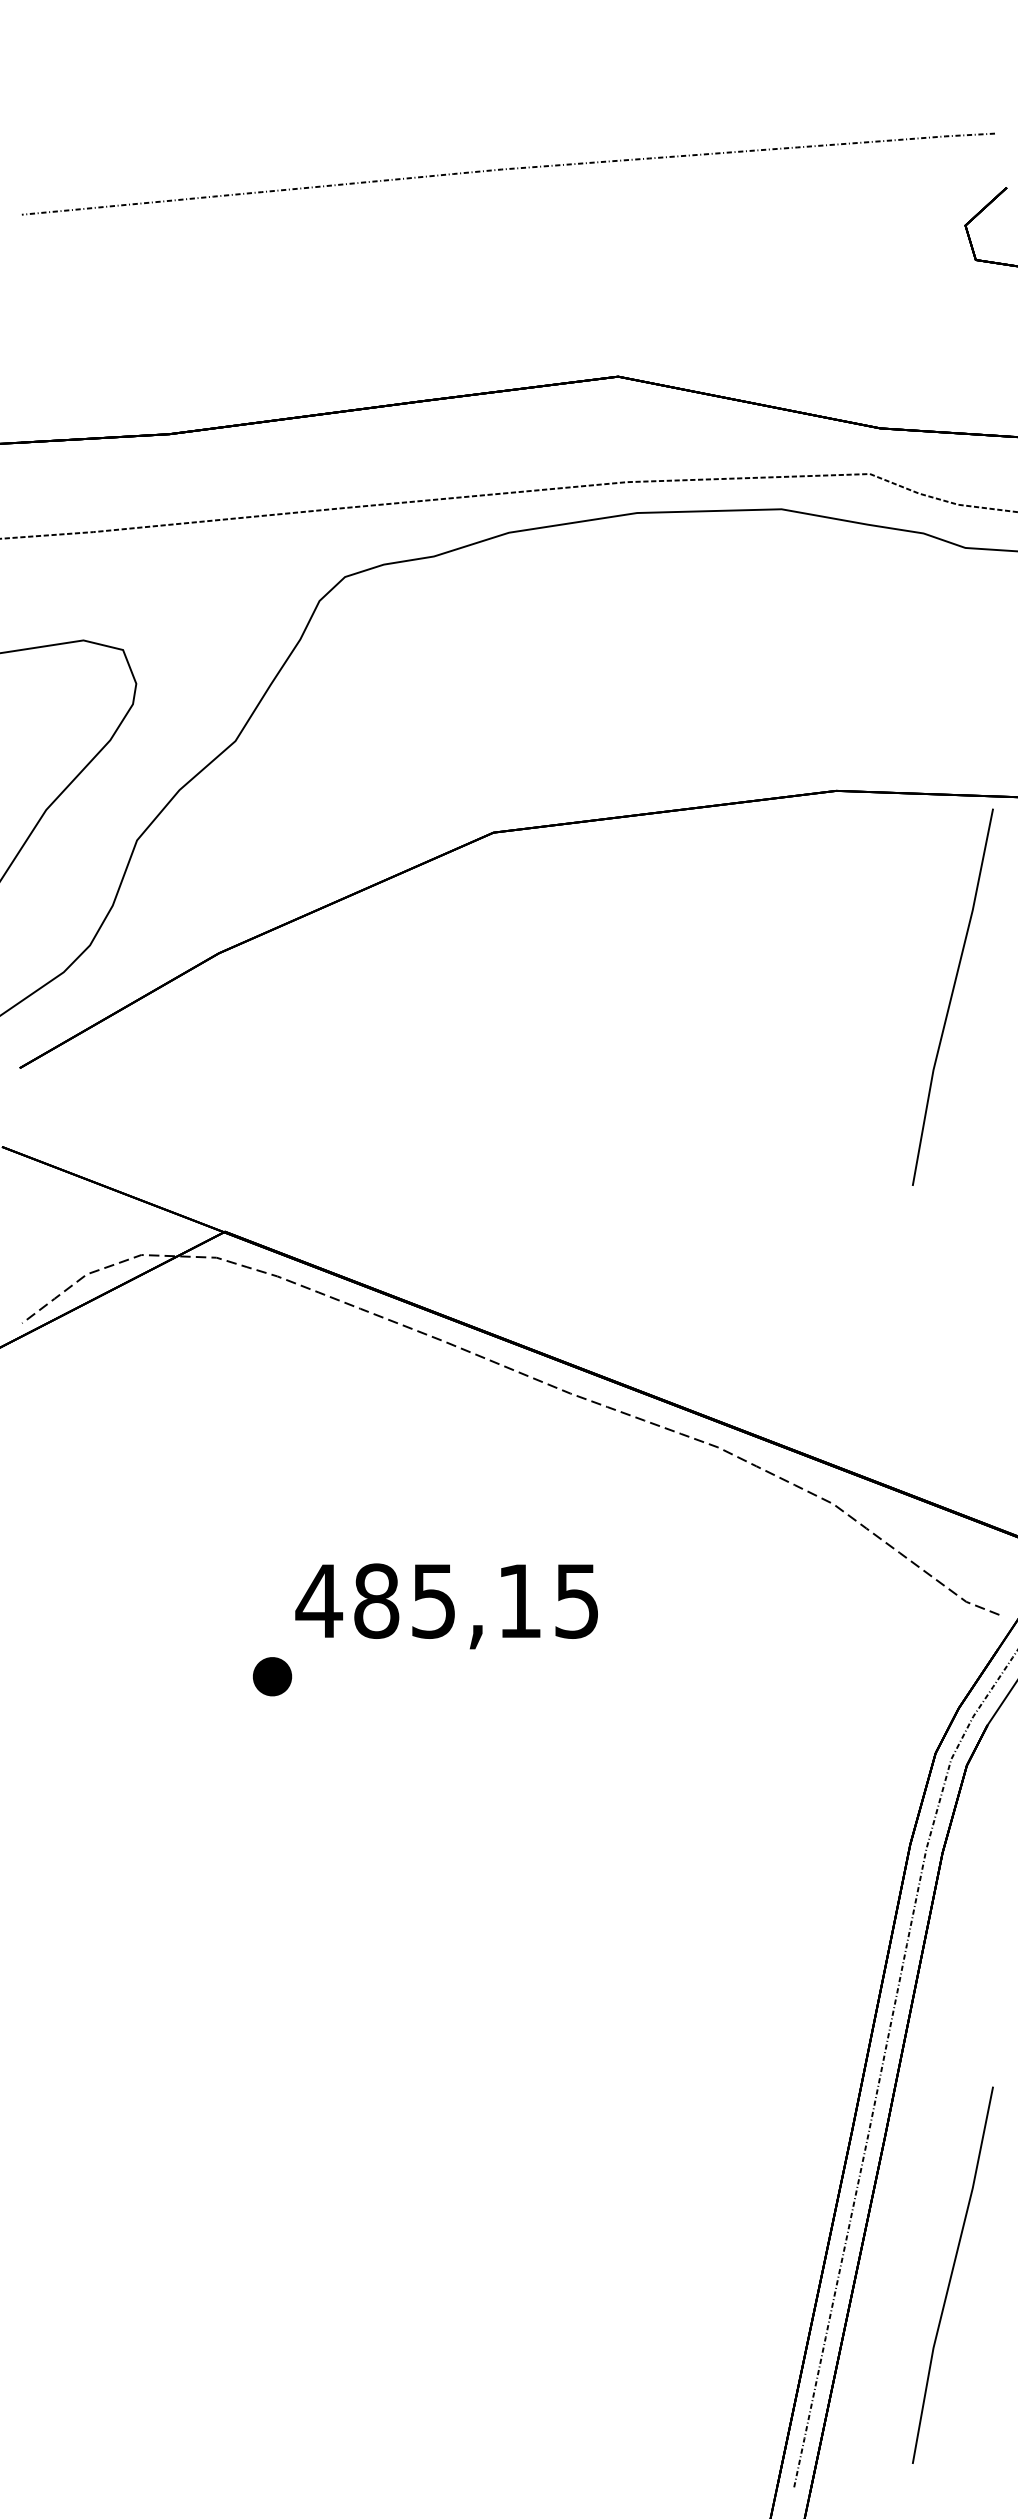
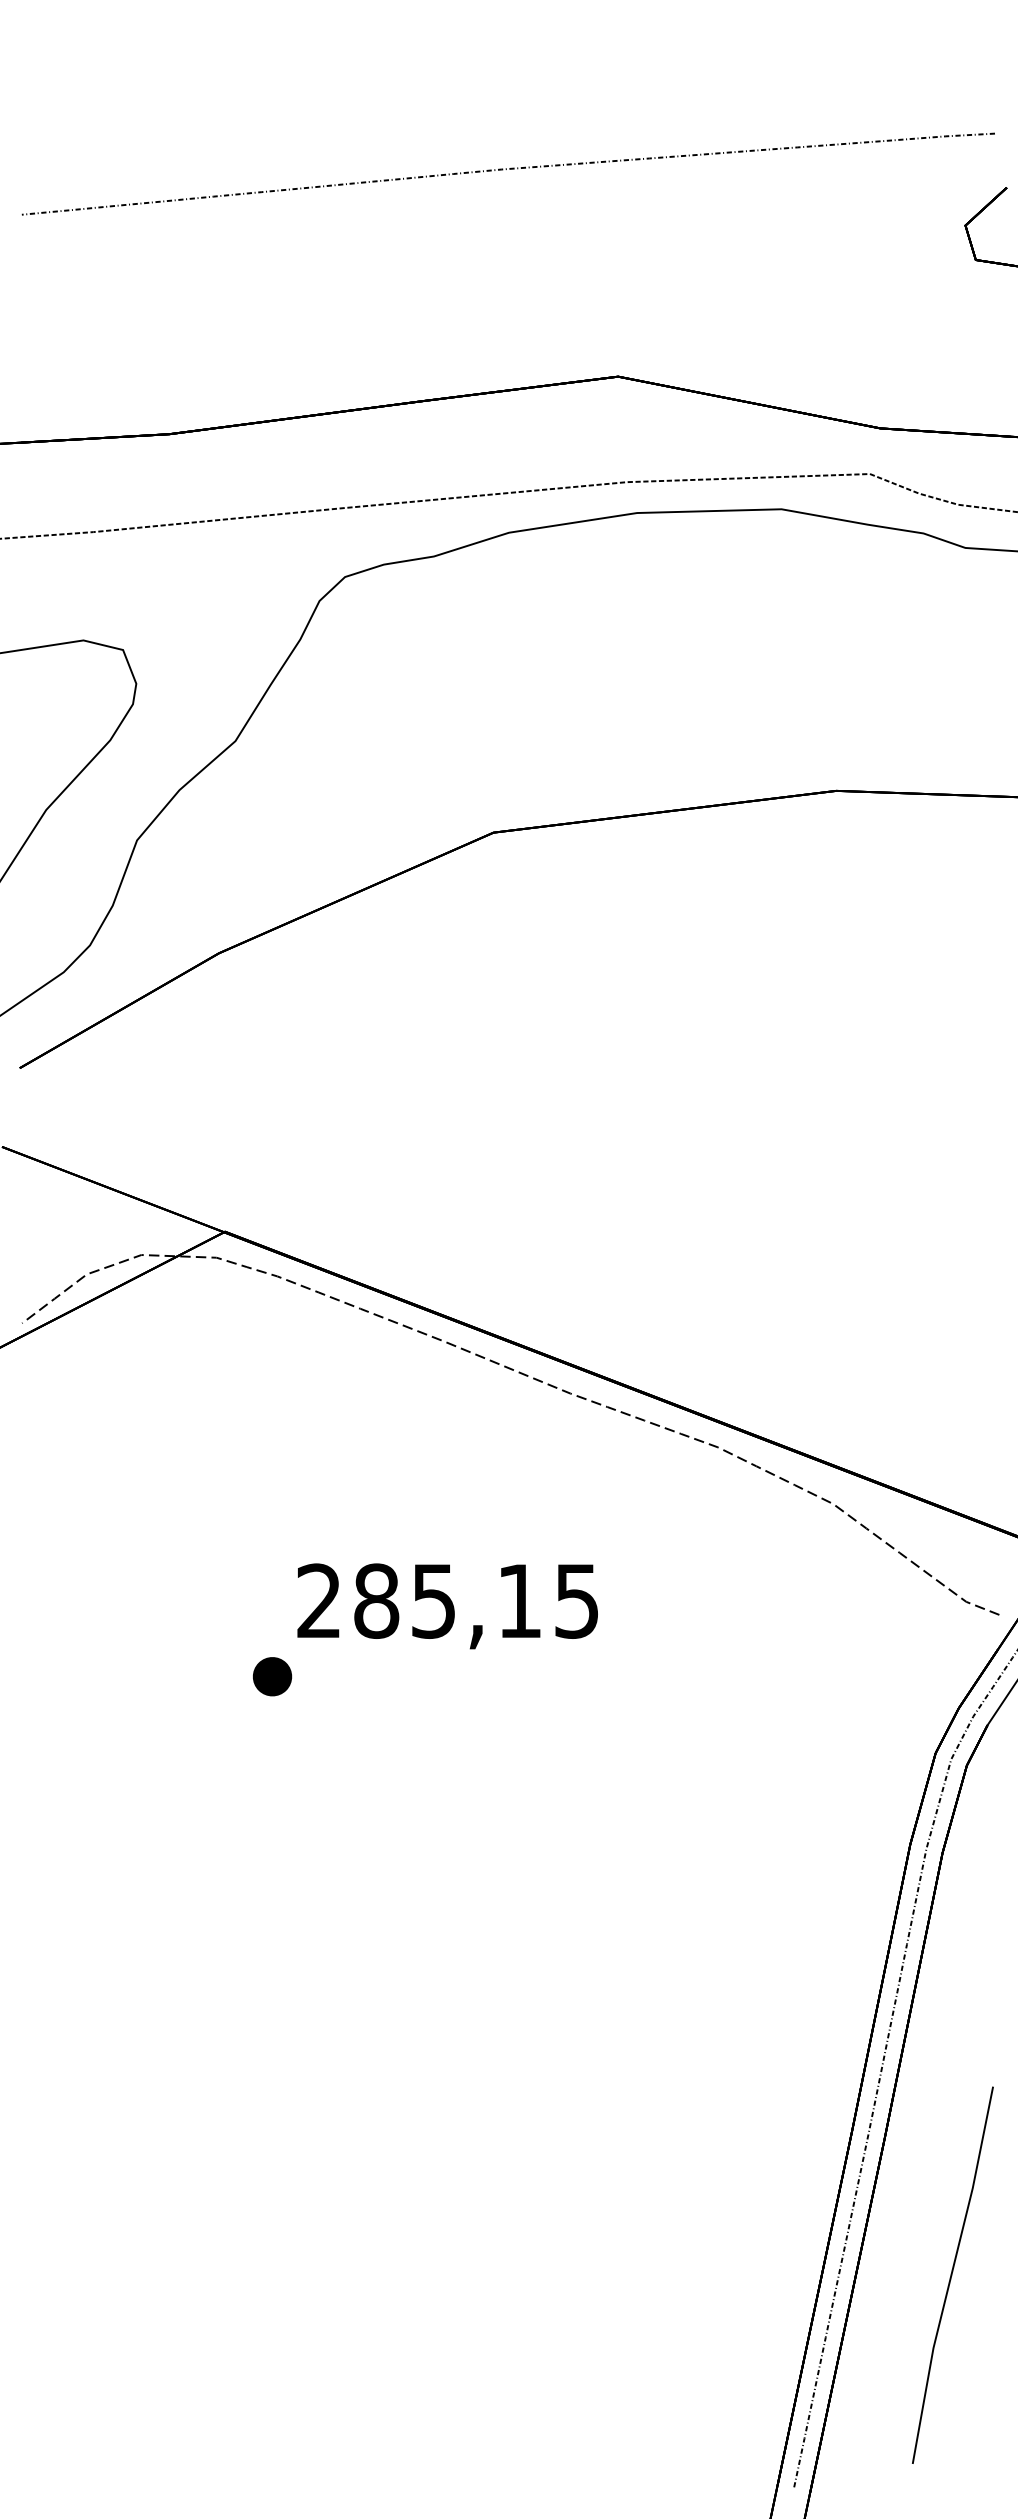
line at (952, 996): present -> none
text at (319, 1600): 485,15 -> 285,15
